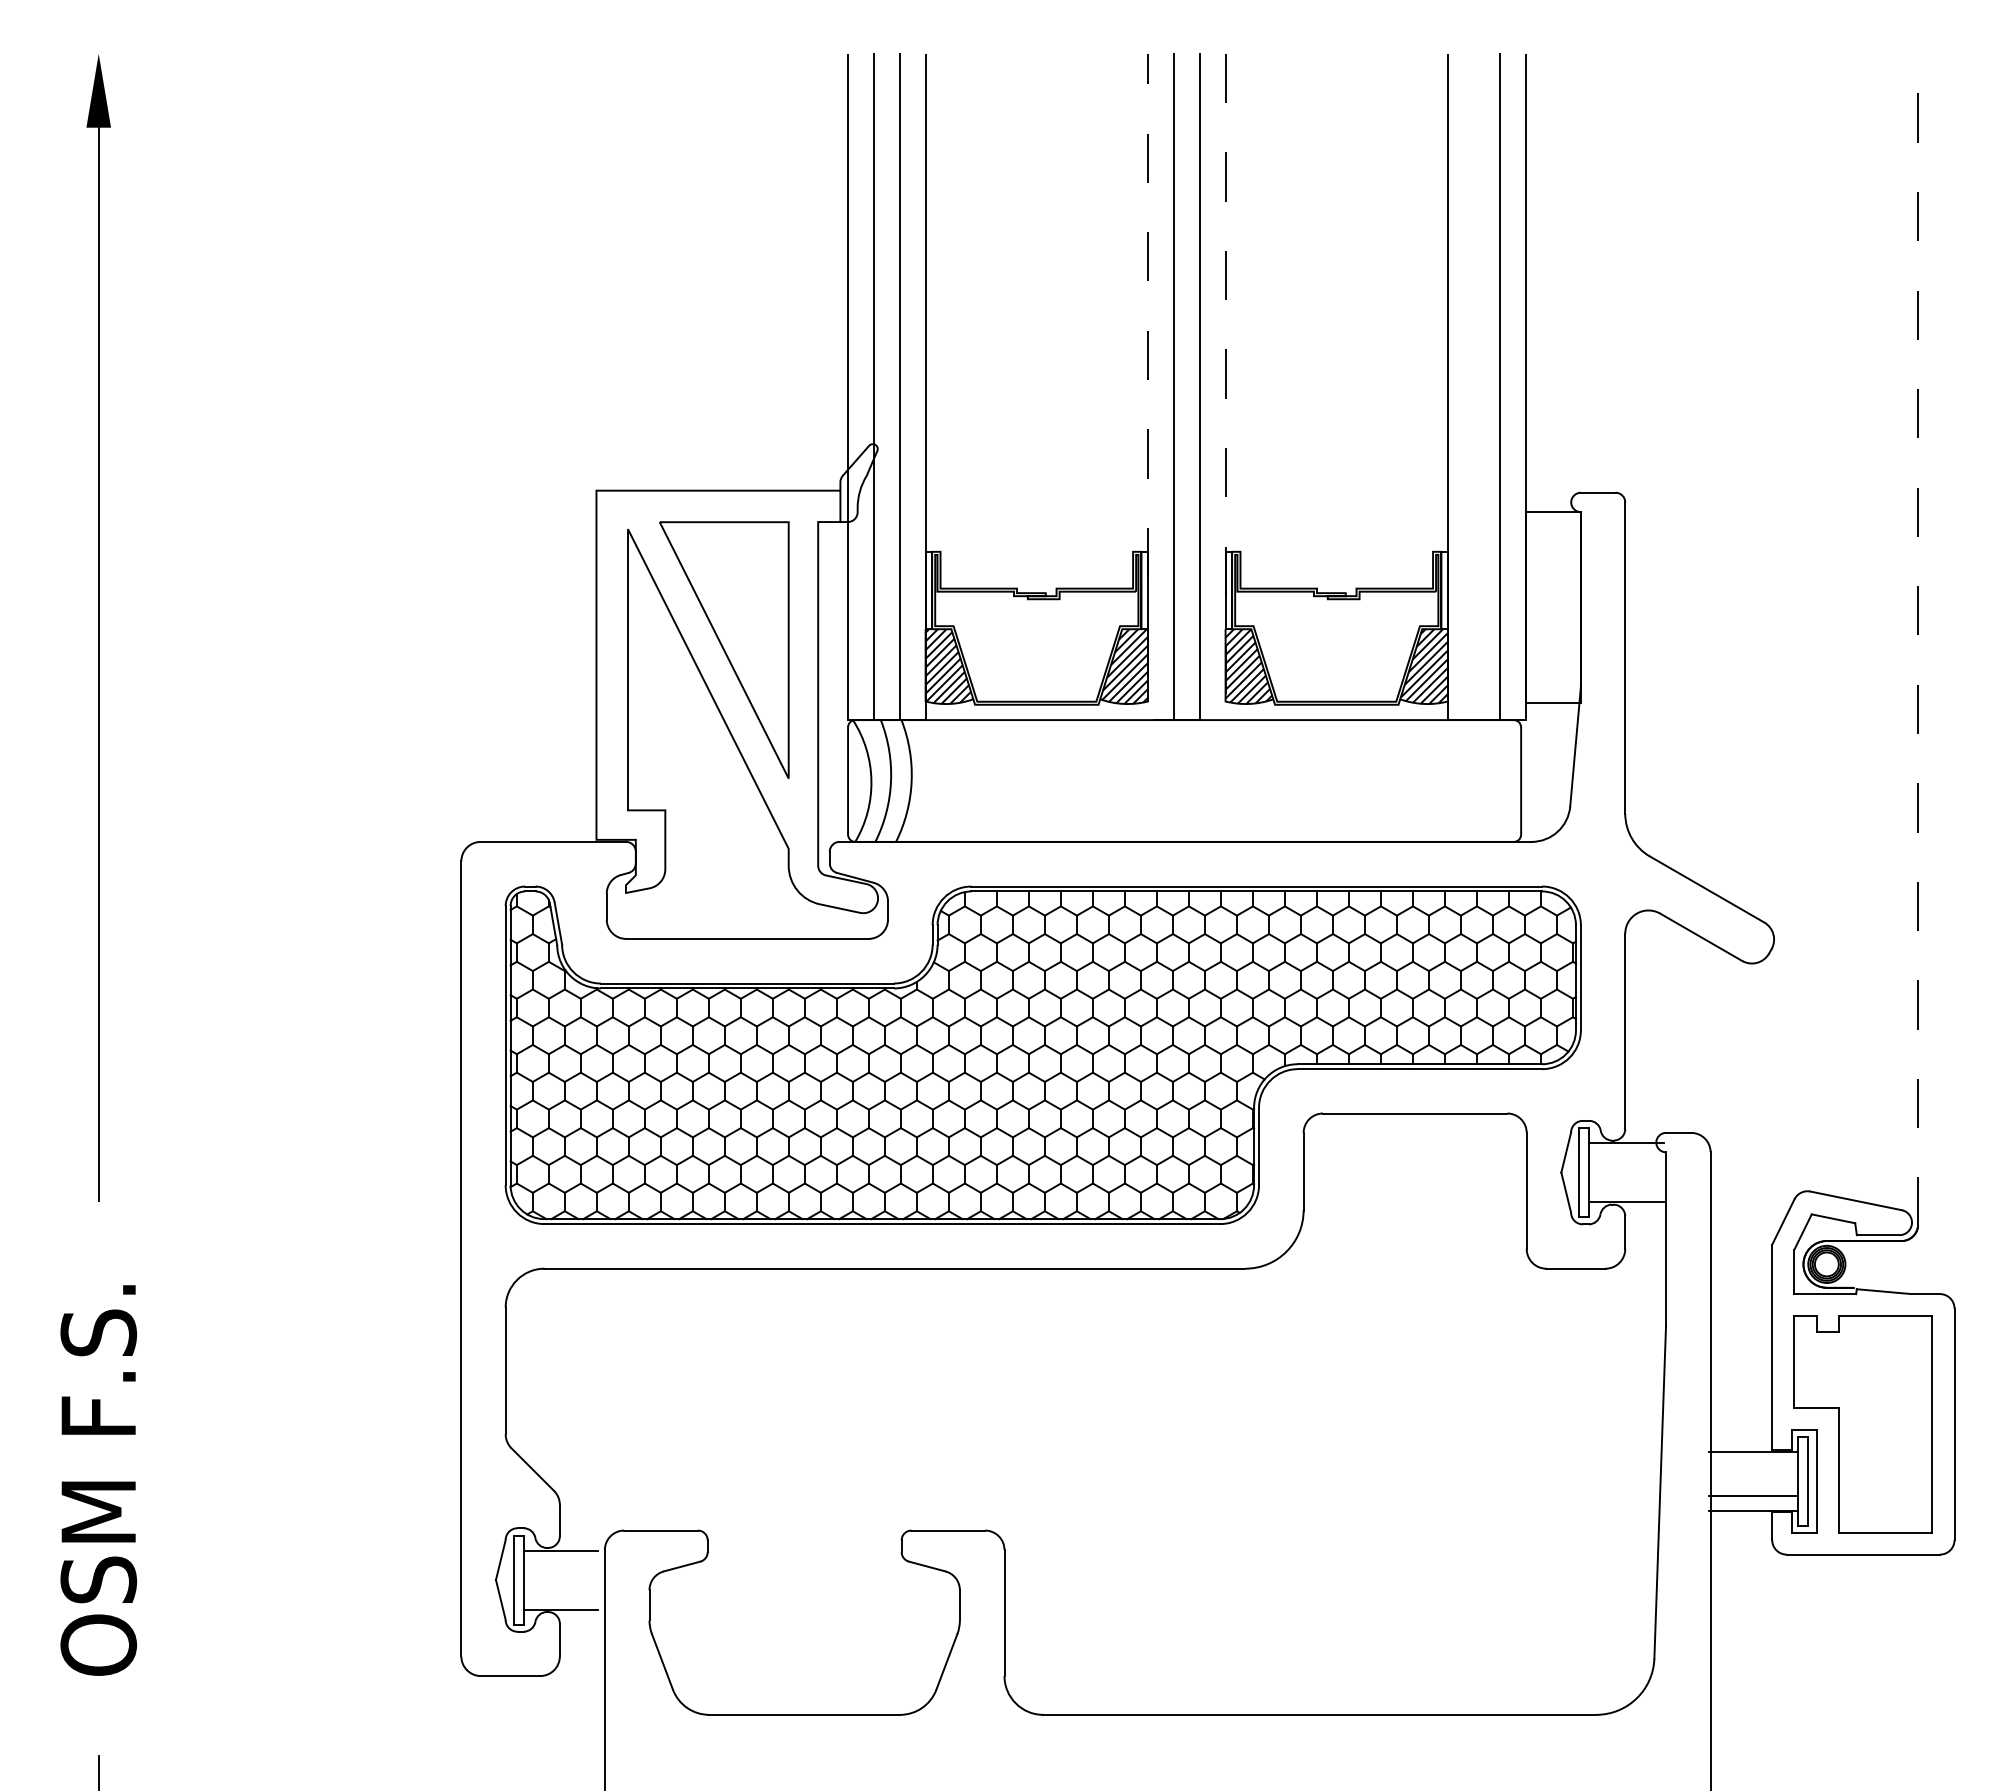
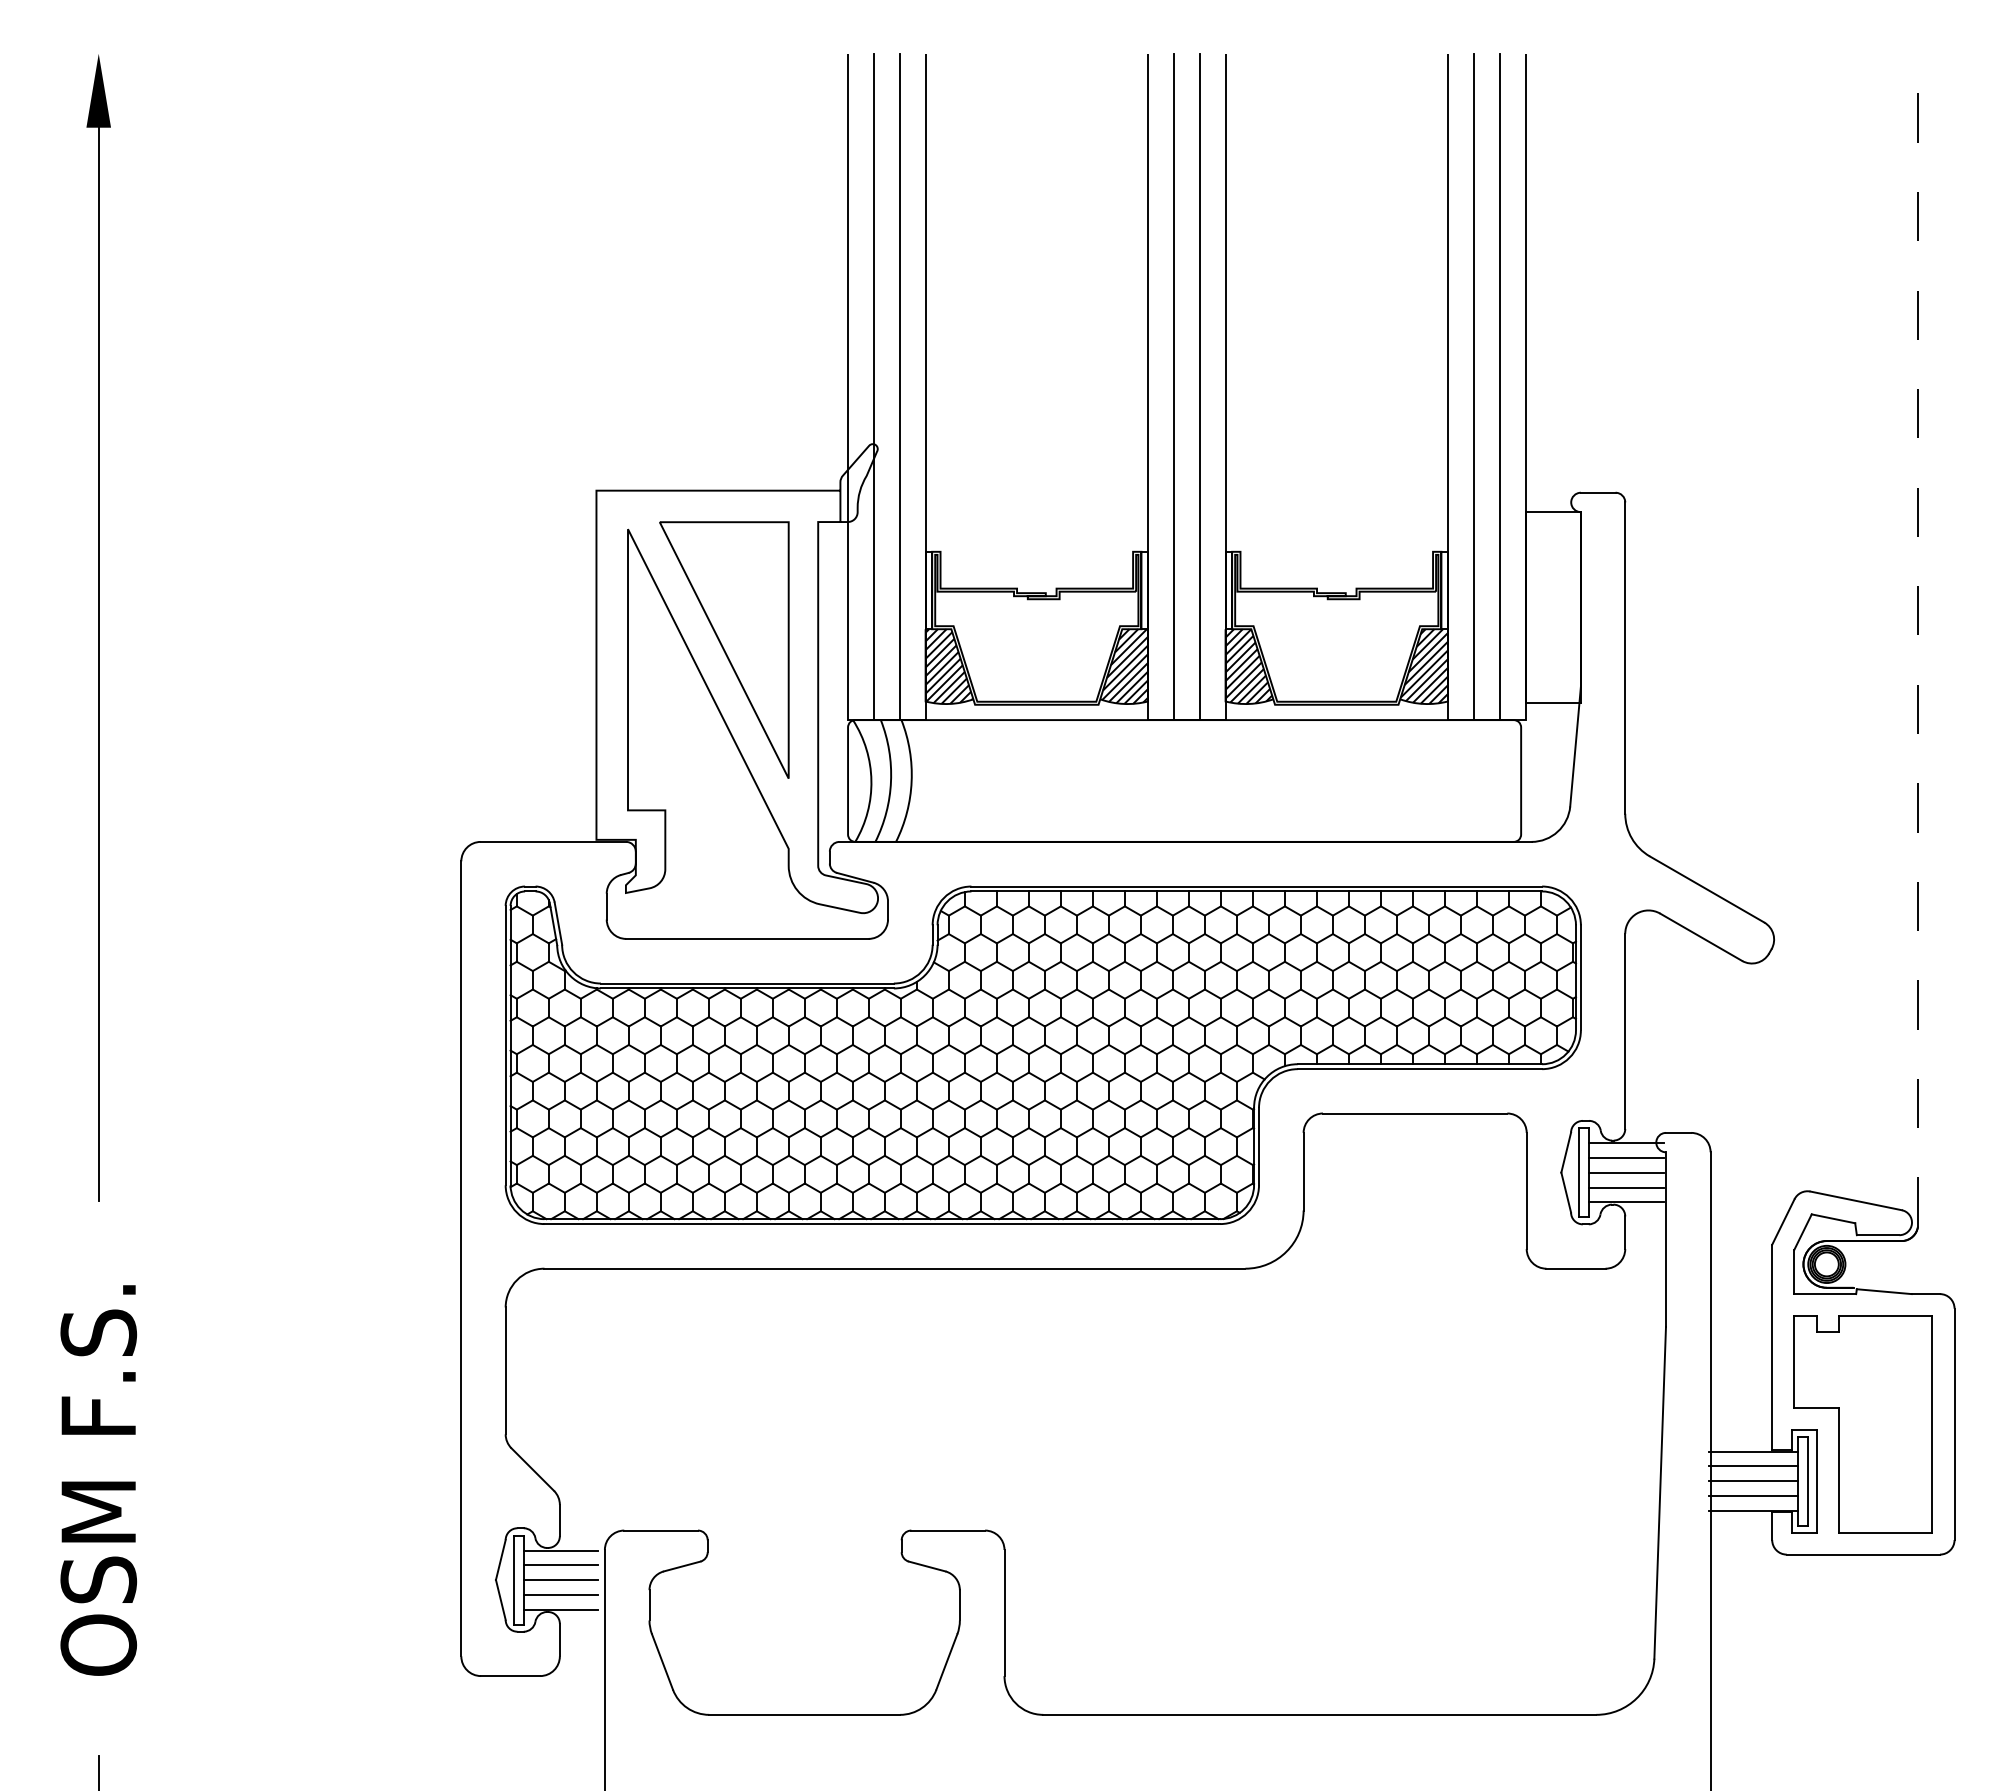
line at (1473, 386): none -> present
line at (1186, 720): dashed -> solid
line at (1625, 1158): none -> present
line at (1625, 1172): none -> present
line at (1625, 1187): none -> present
line at (1753, 1466): none -> present
line at (1753, 1481): none -> present
line at (560, 1565): none -> present
line at (560, 1580): none -> present
line at (560, 1594): none -> present
